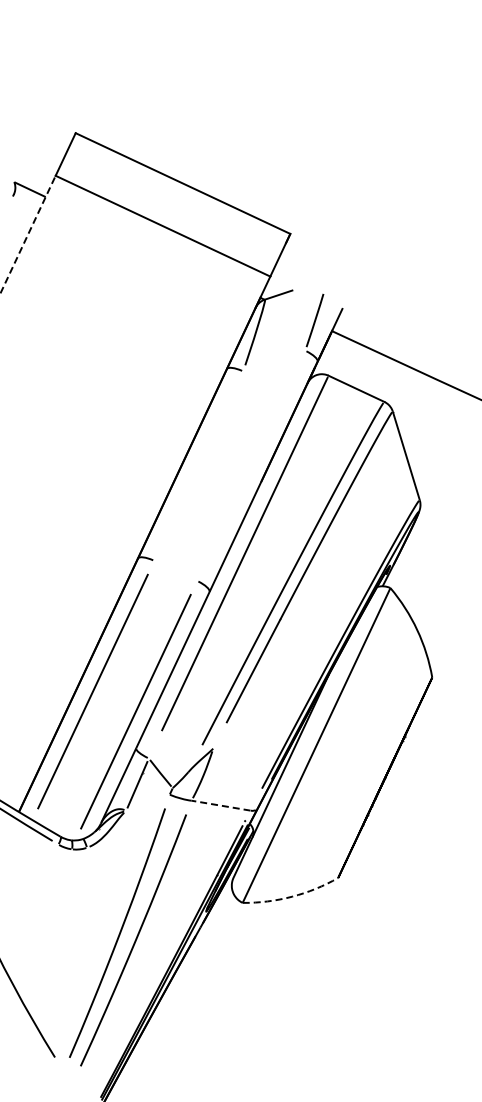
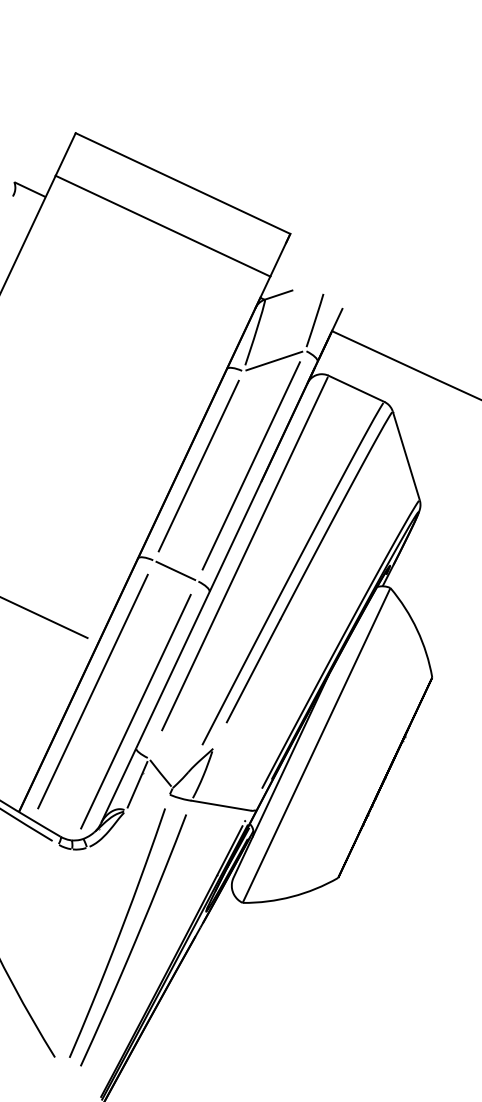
line at (28, 234): dashed -> solid
line at (274, 360): none -> present
line at (198, 465): none -> present
line at (250, 465): none -> present
line at (175, 570): none -> present
line at (44, 618): none -> present
line at (221, 805): dashed -> solid
arc at (292, 896): dashed -> solid
